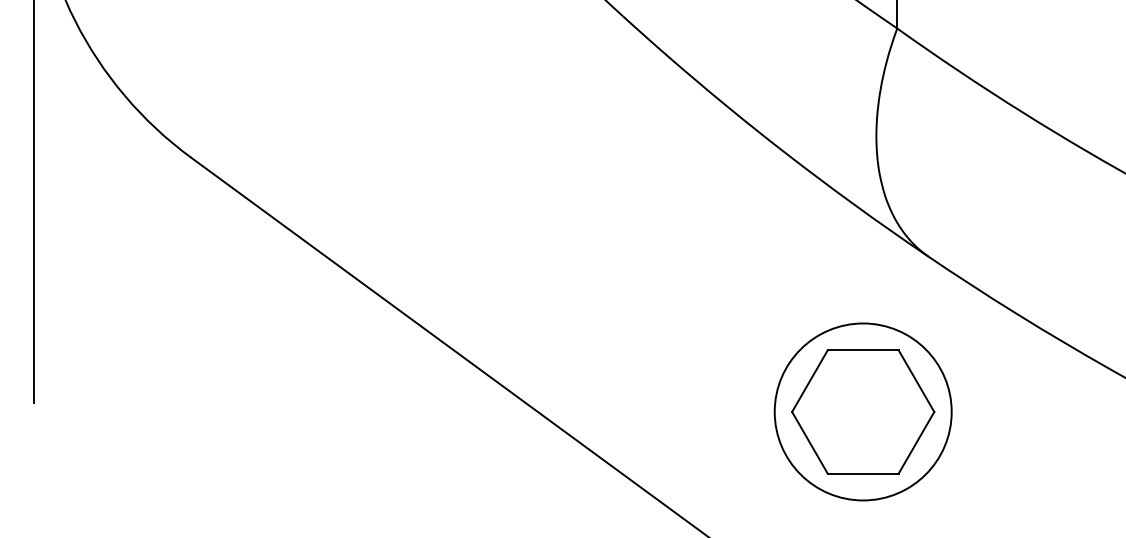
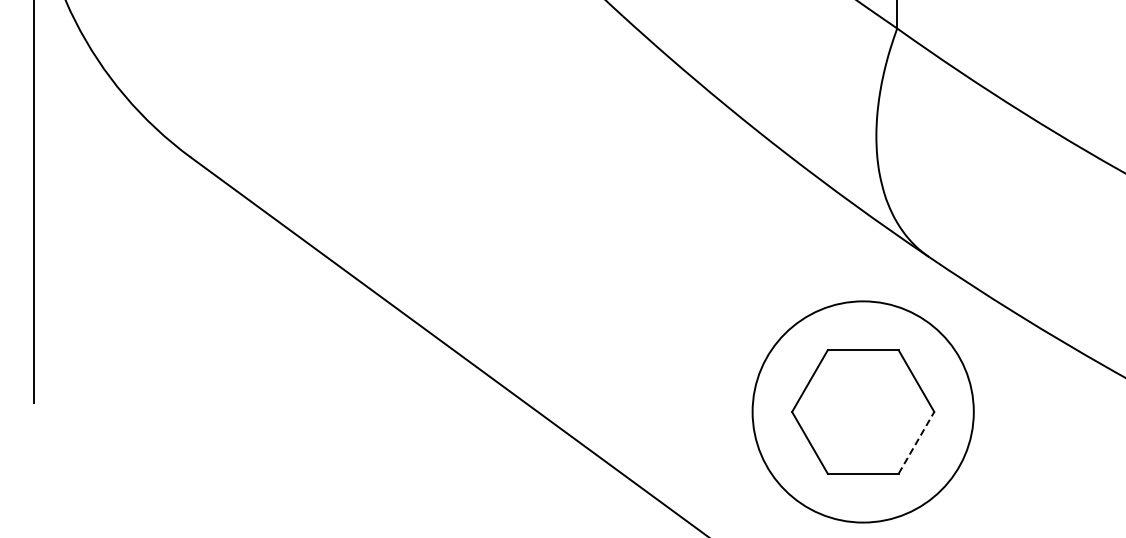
circle at (862, 411) diameter: 177 px -> 221 px
line at (916, 442): solid -> dashed
